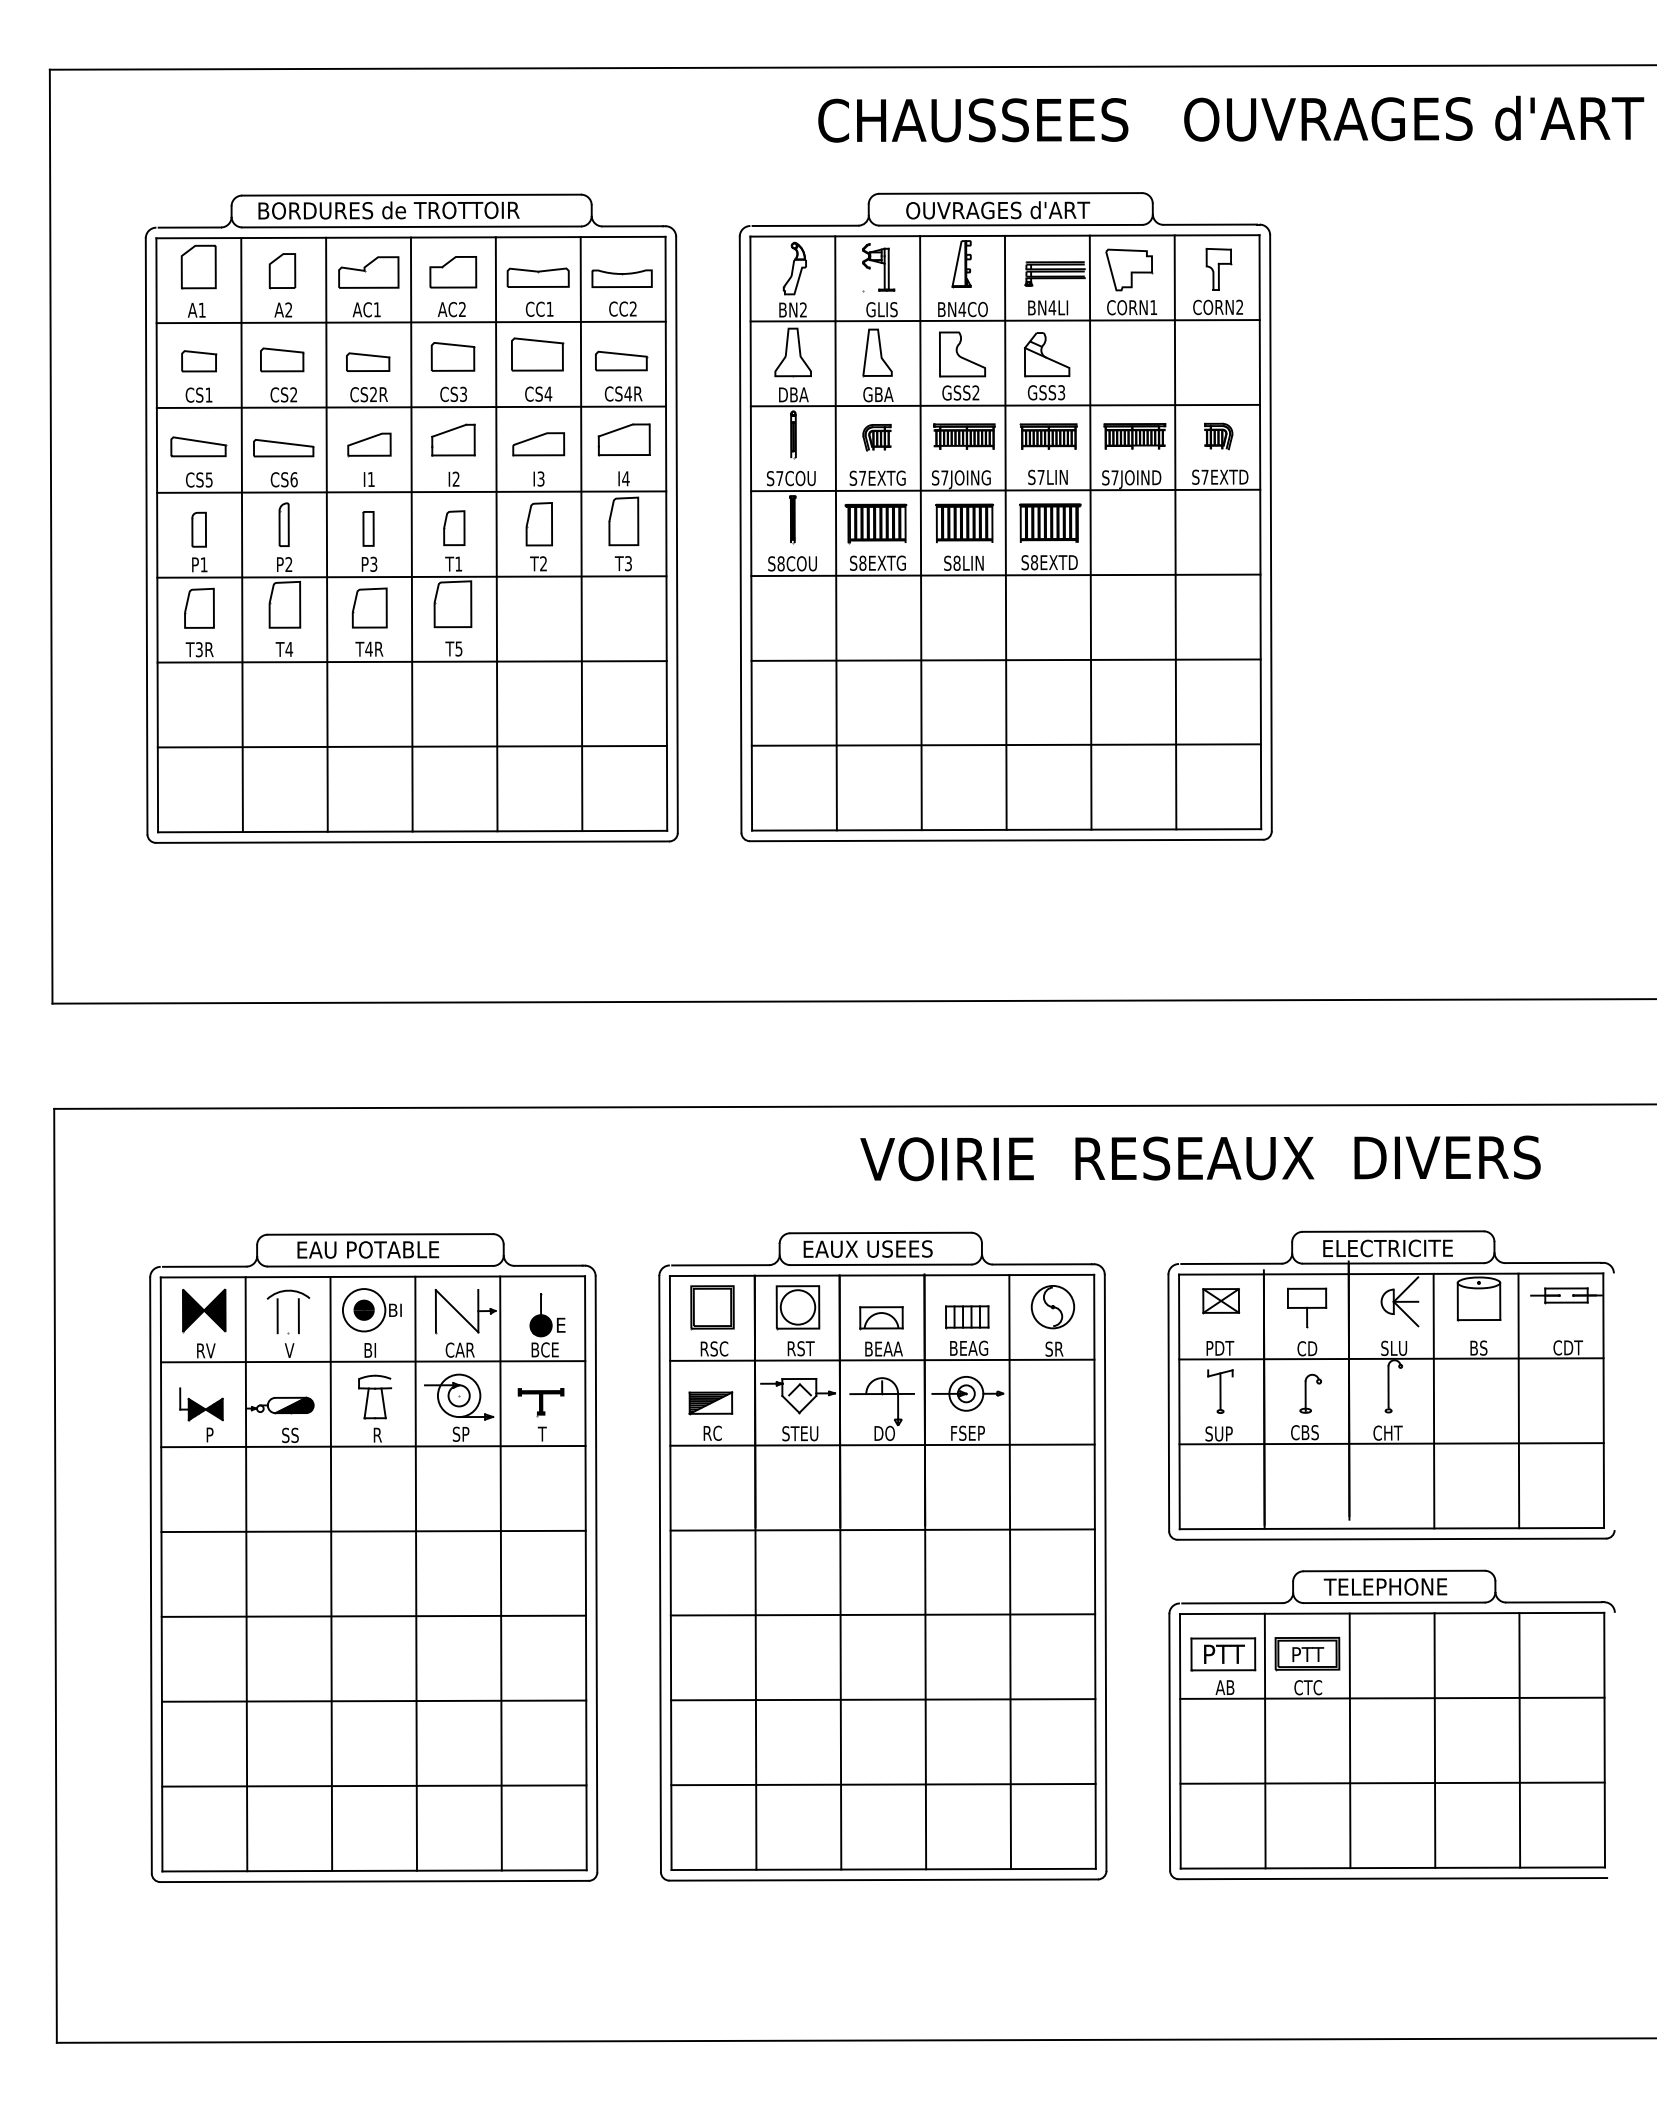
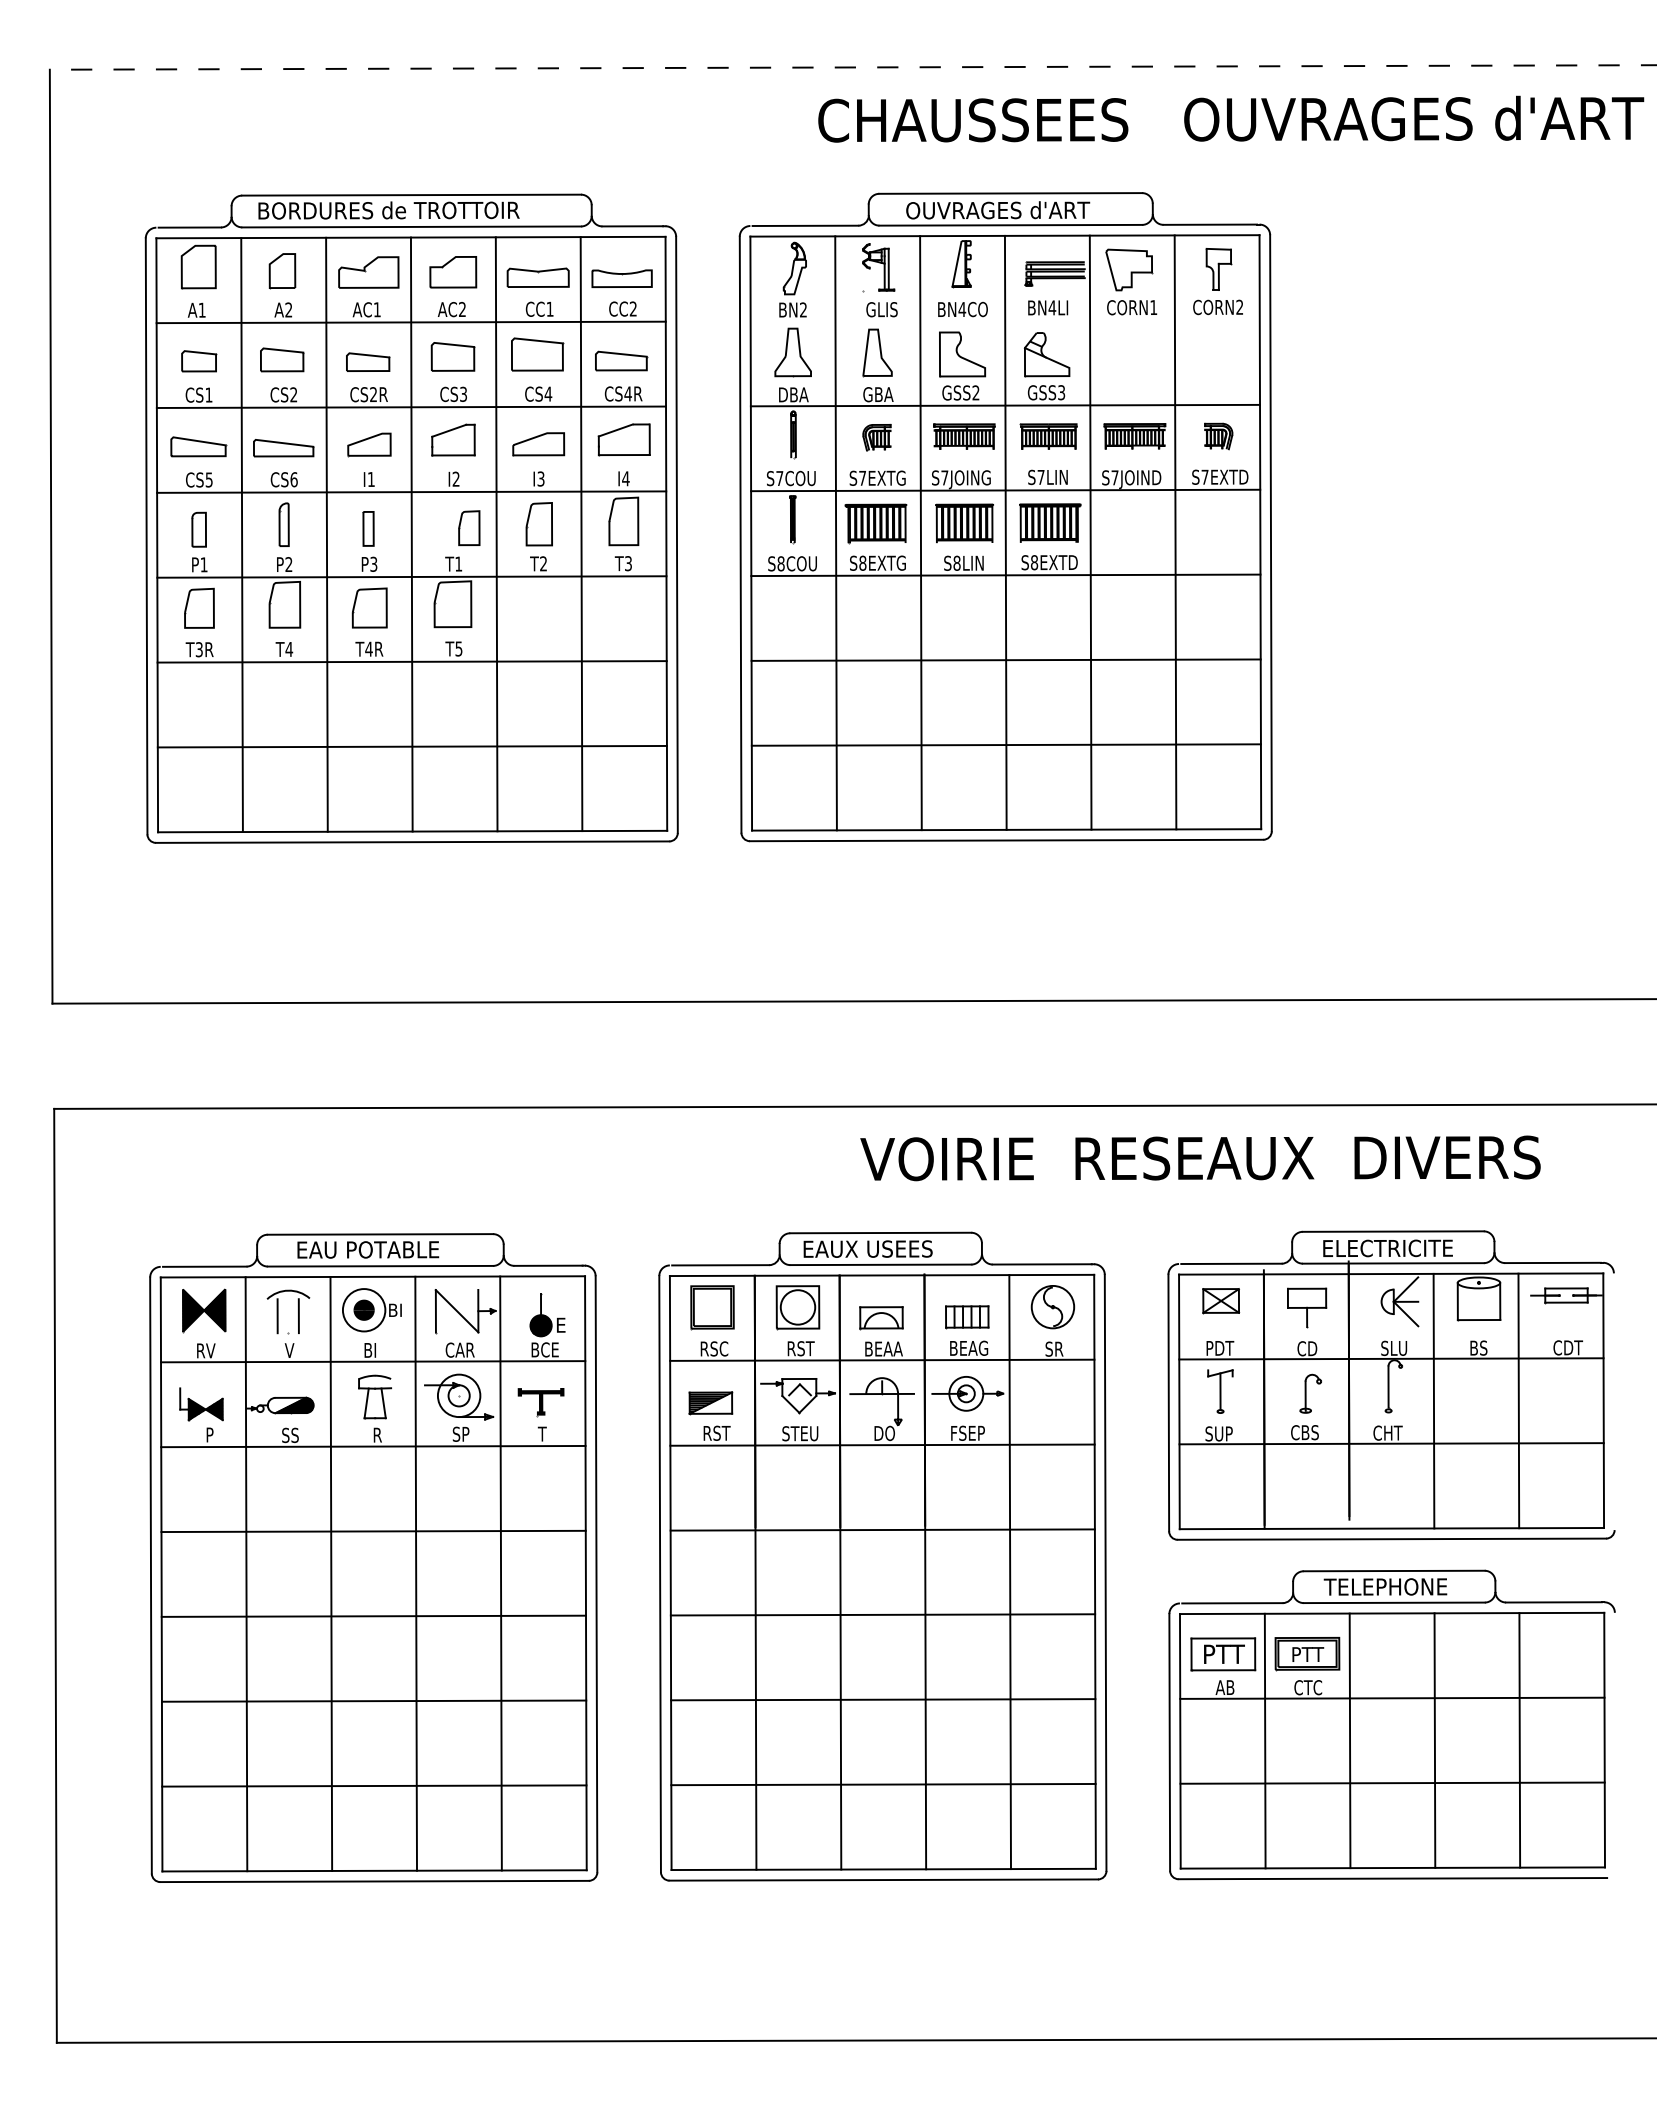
line at (852, 67): solid -> dashed
line at (1004, 320): present -> none
part at (454, 528) position: (454, 528) -> (469, 528)
text at (721, 1432): RC -> RST
